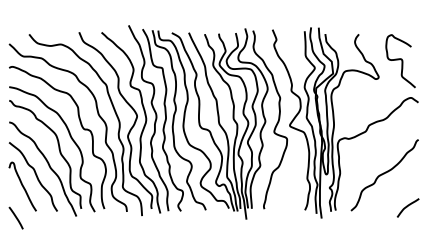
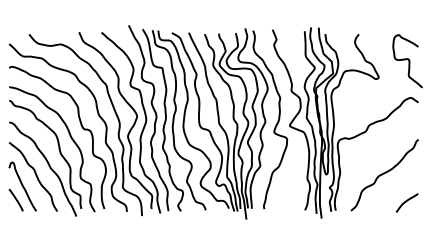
curve at (400, 60) position: (400, 60) -> (407, 60)
curve at (407, 207) position: (407, 207) -> (406, 202)
line at (15, 217) position: (15, 217) -> (15, 199)
